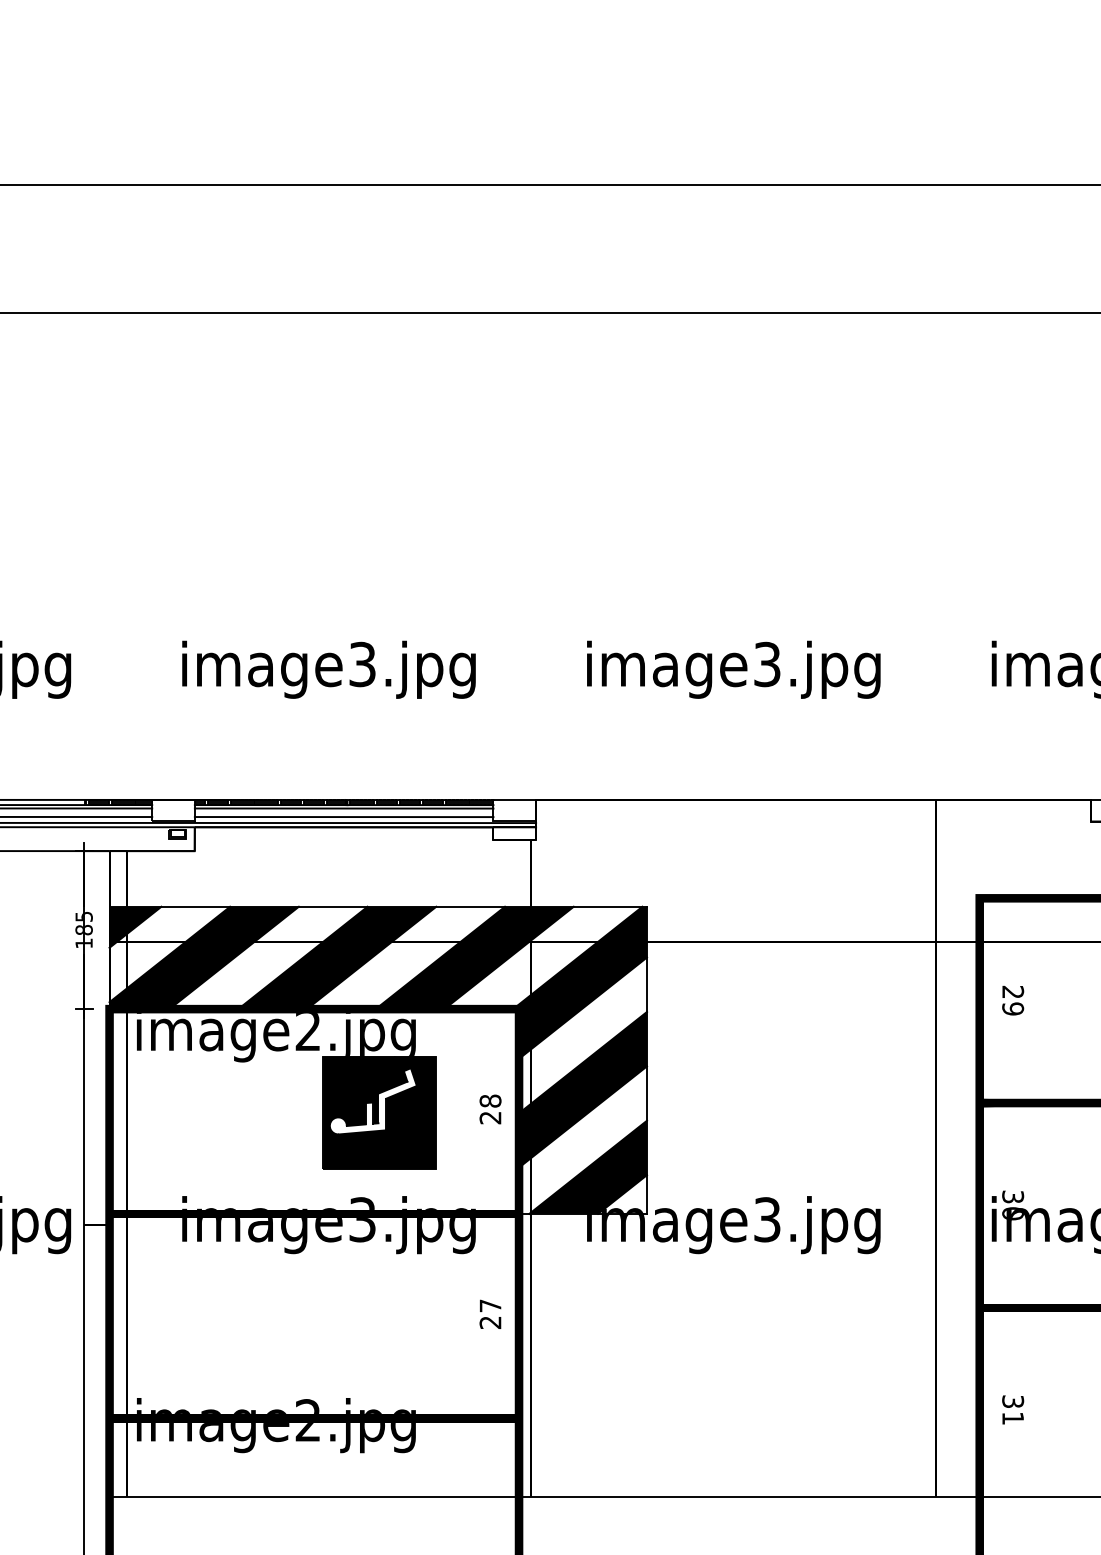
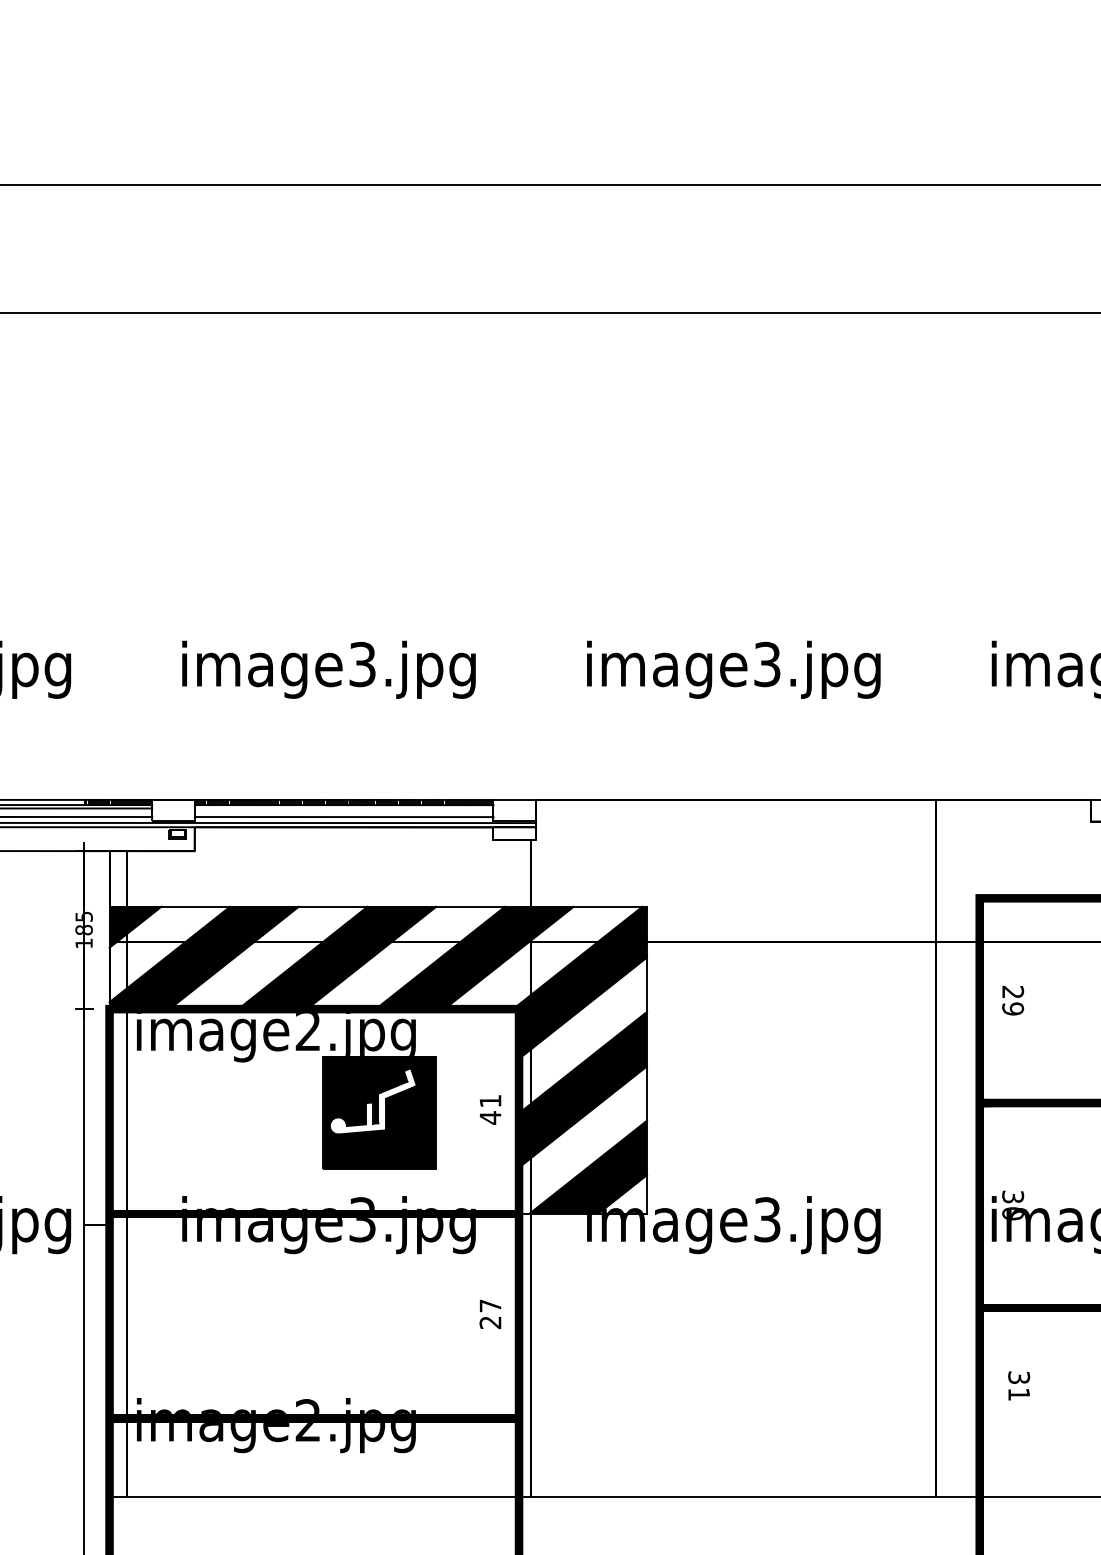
line at (343, 808): present -> none
text at (490, 1109): 28 -> 41
text at (1013, 1409) position: (1013, 1409) -> (1019, 1385)
